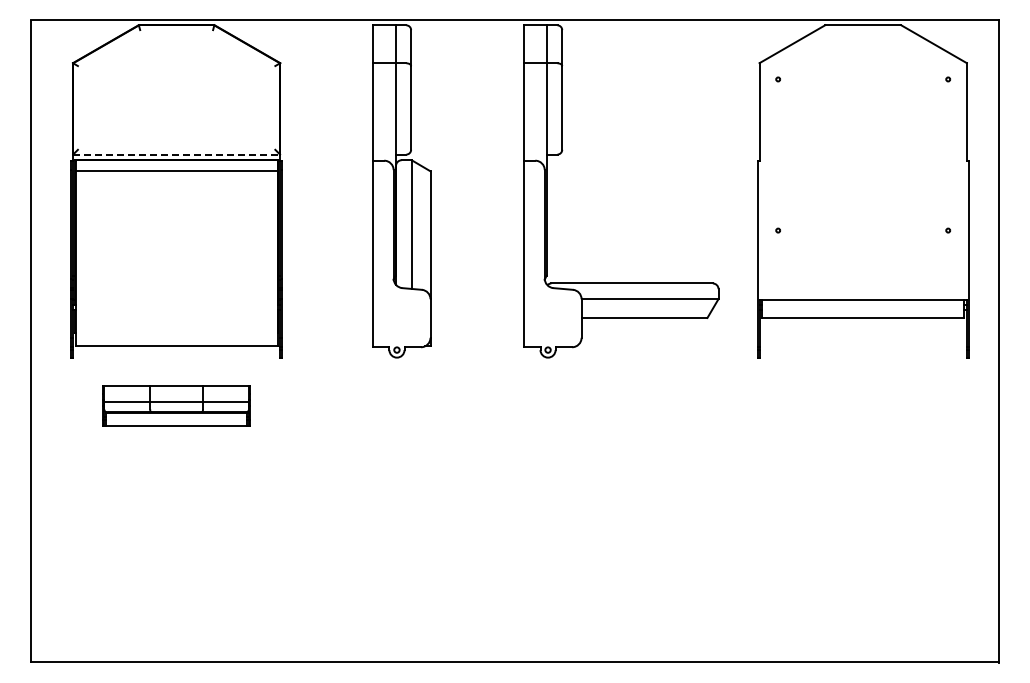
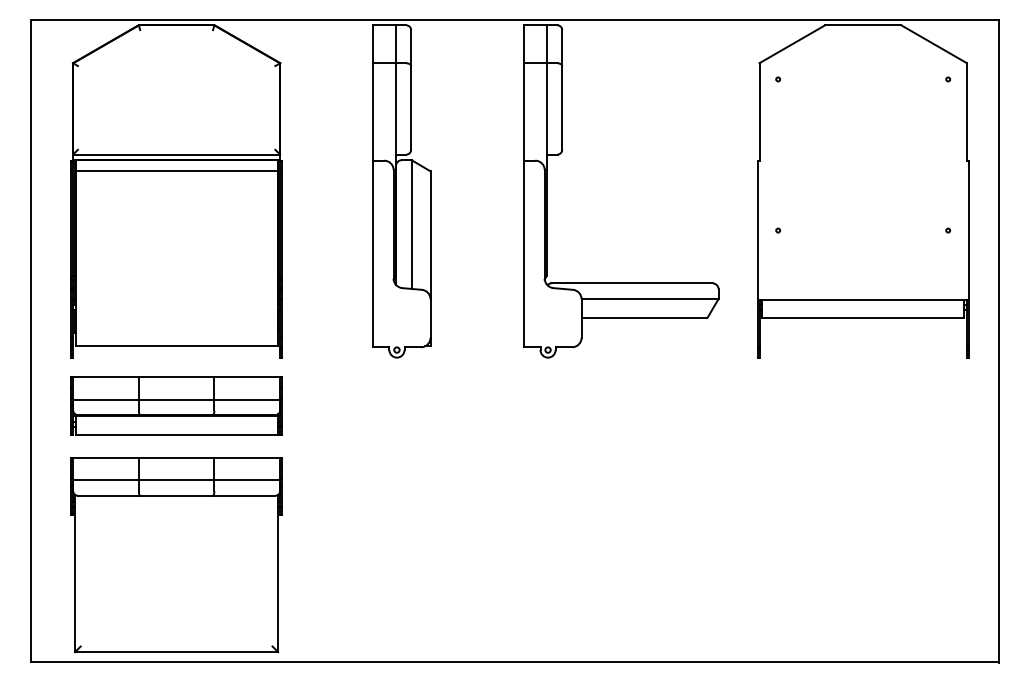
line at (177, 154): dashed -> solid
part at (176, 405) size: 149x42 px -> 213x60 px
part at (176, 555): none -> present
